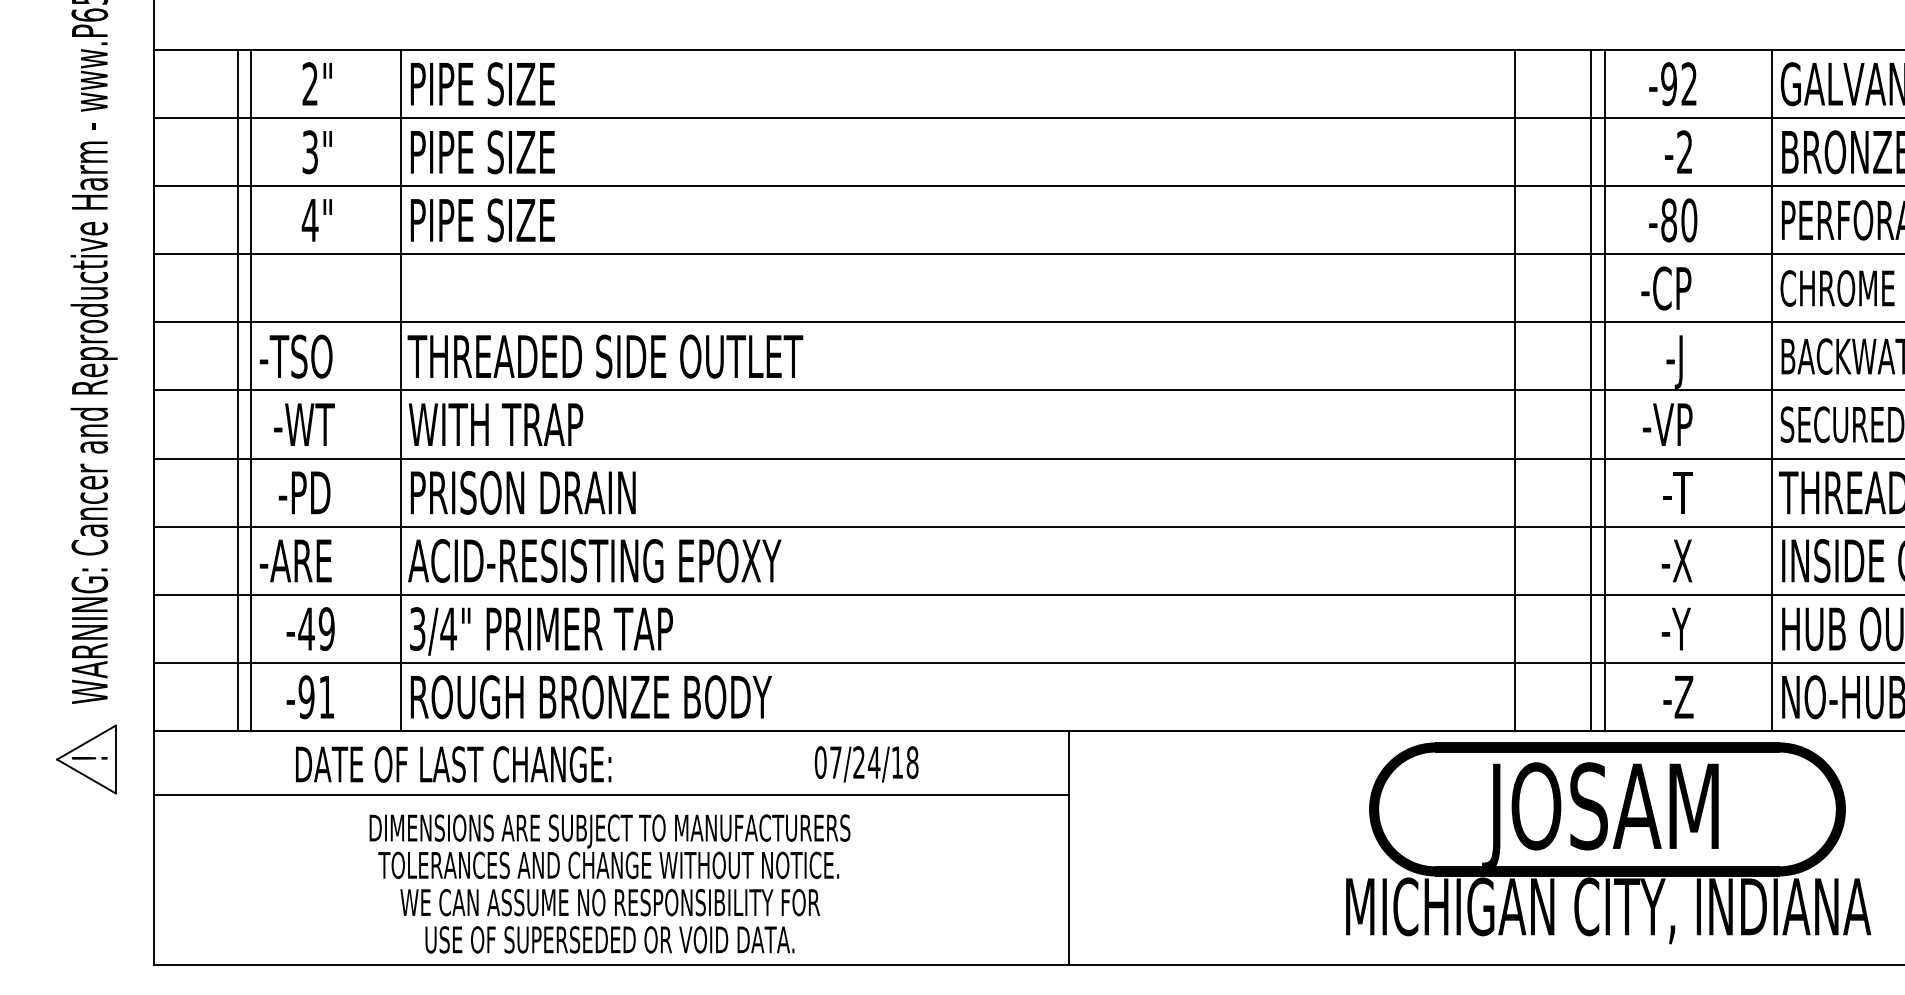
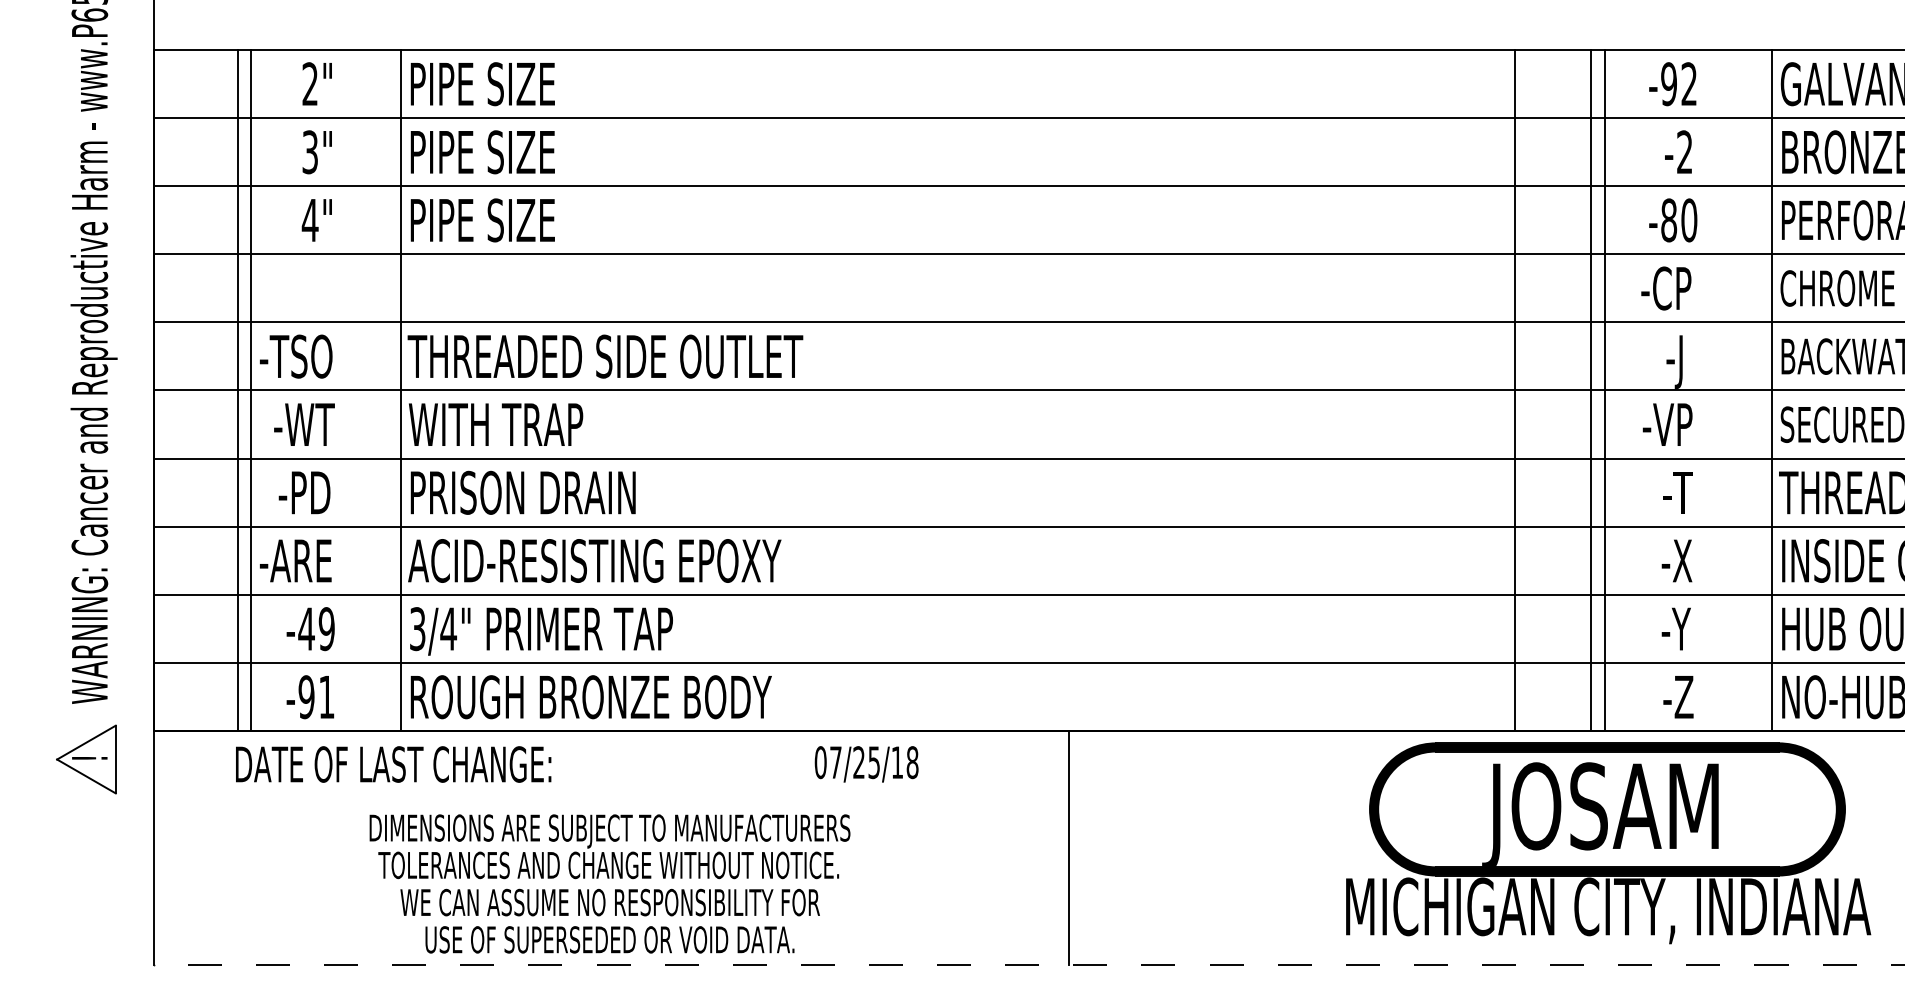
text at (874, 762): 07/24/18 -> 07/25/18
text at (453, 764) position: (453, 764) -> (393, 764)
line at (611, 794): present -> none
line at (1028, 965): solid -> dashed
